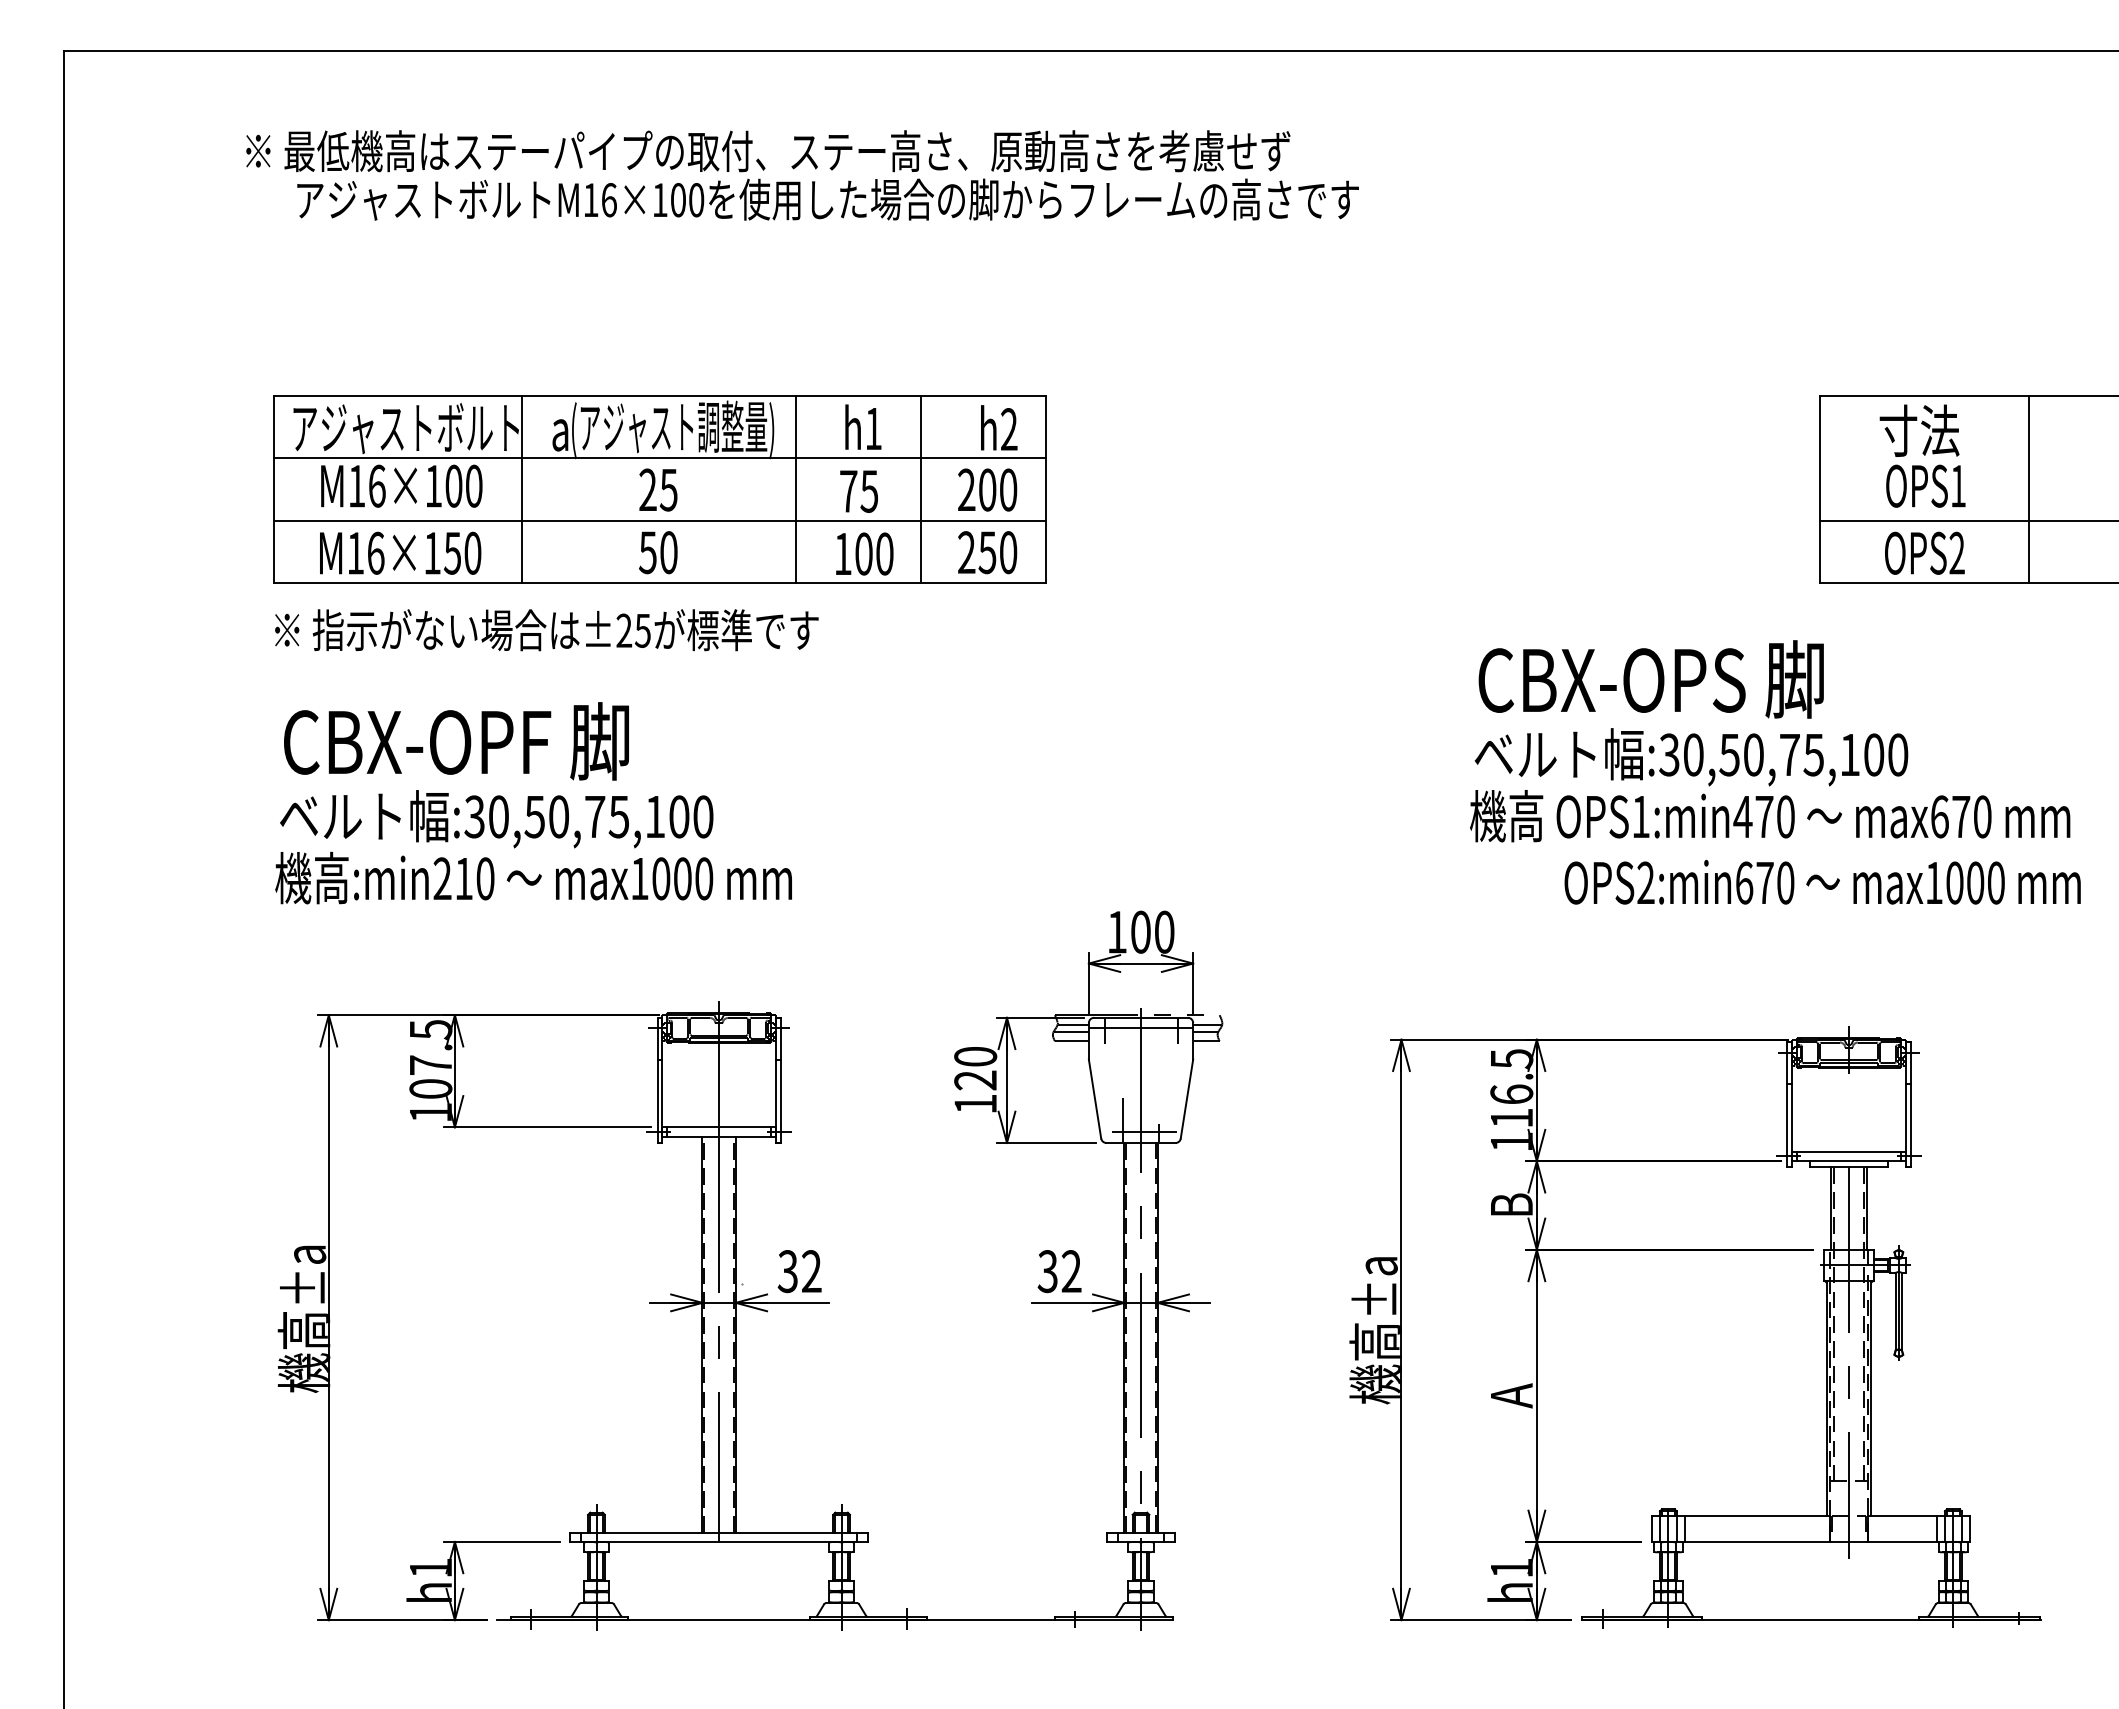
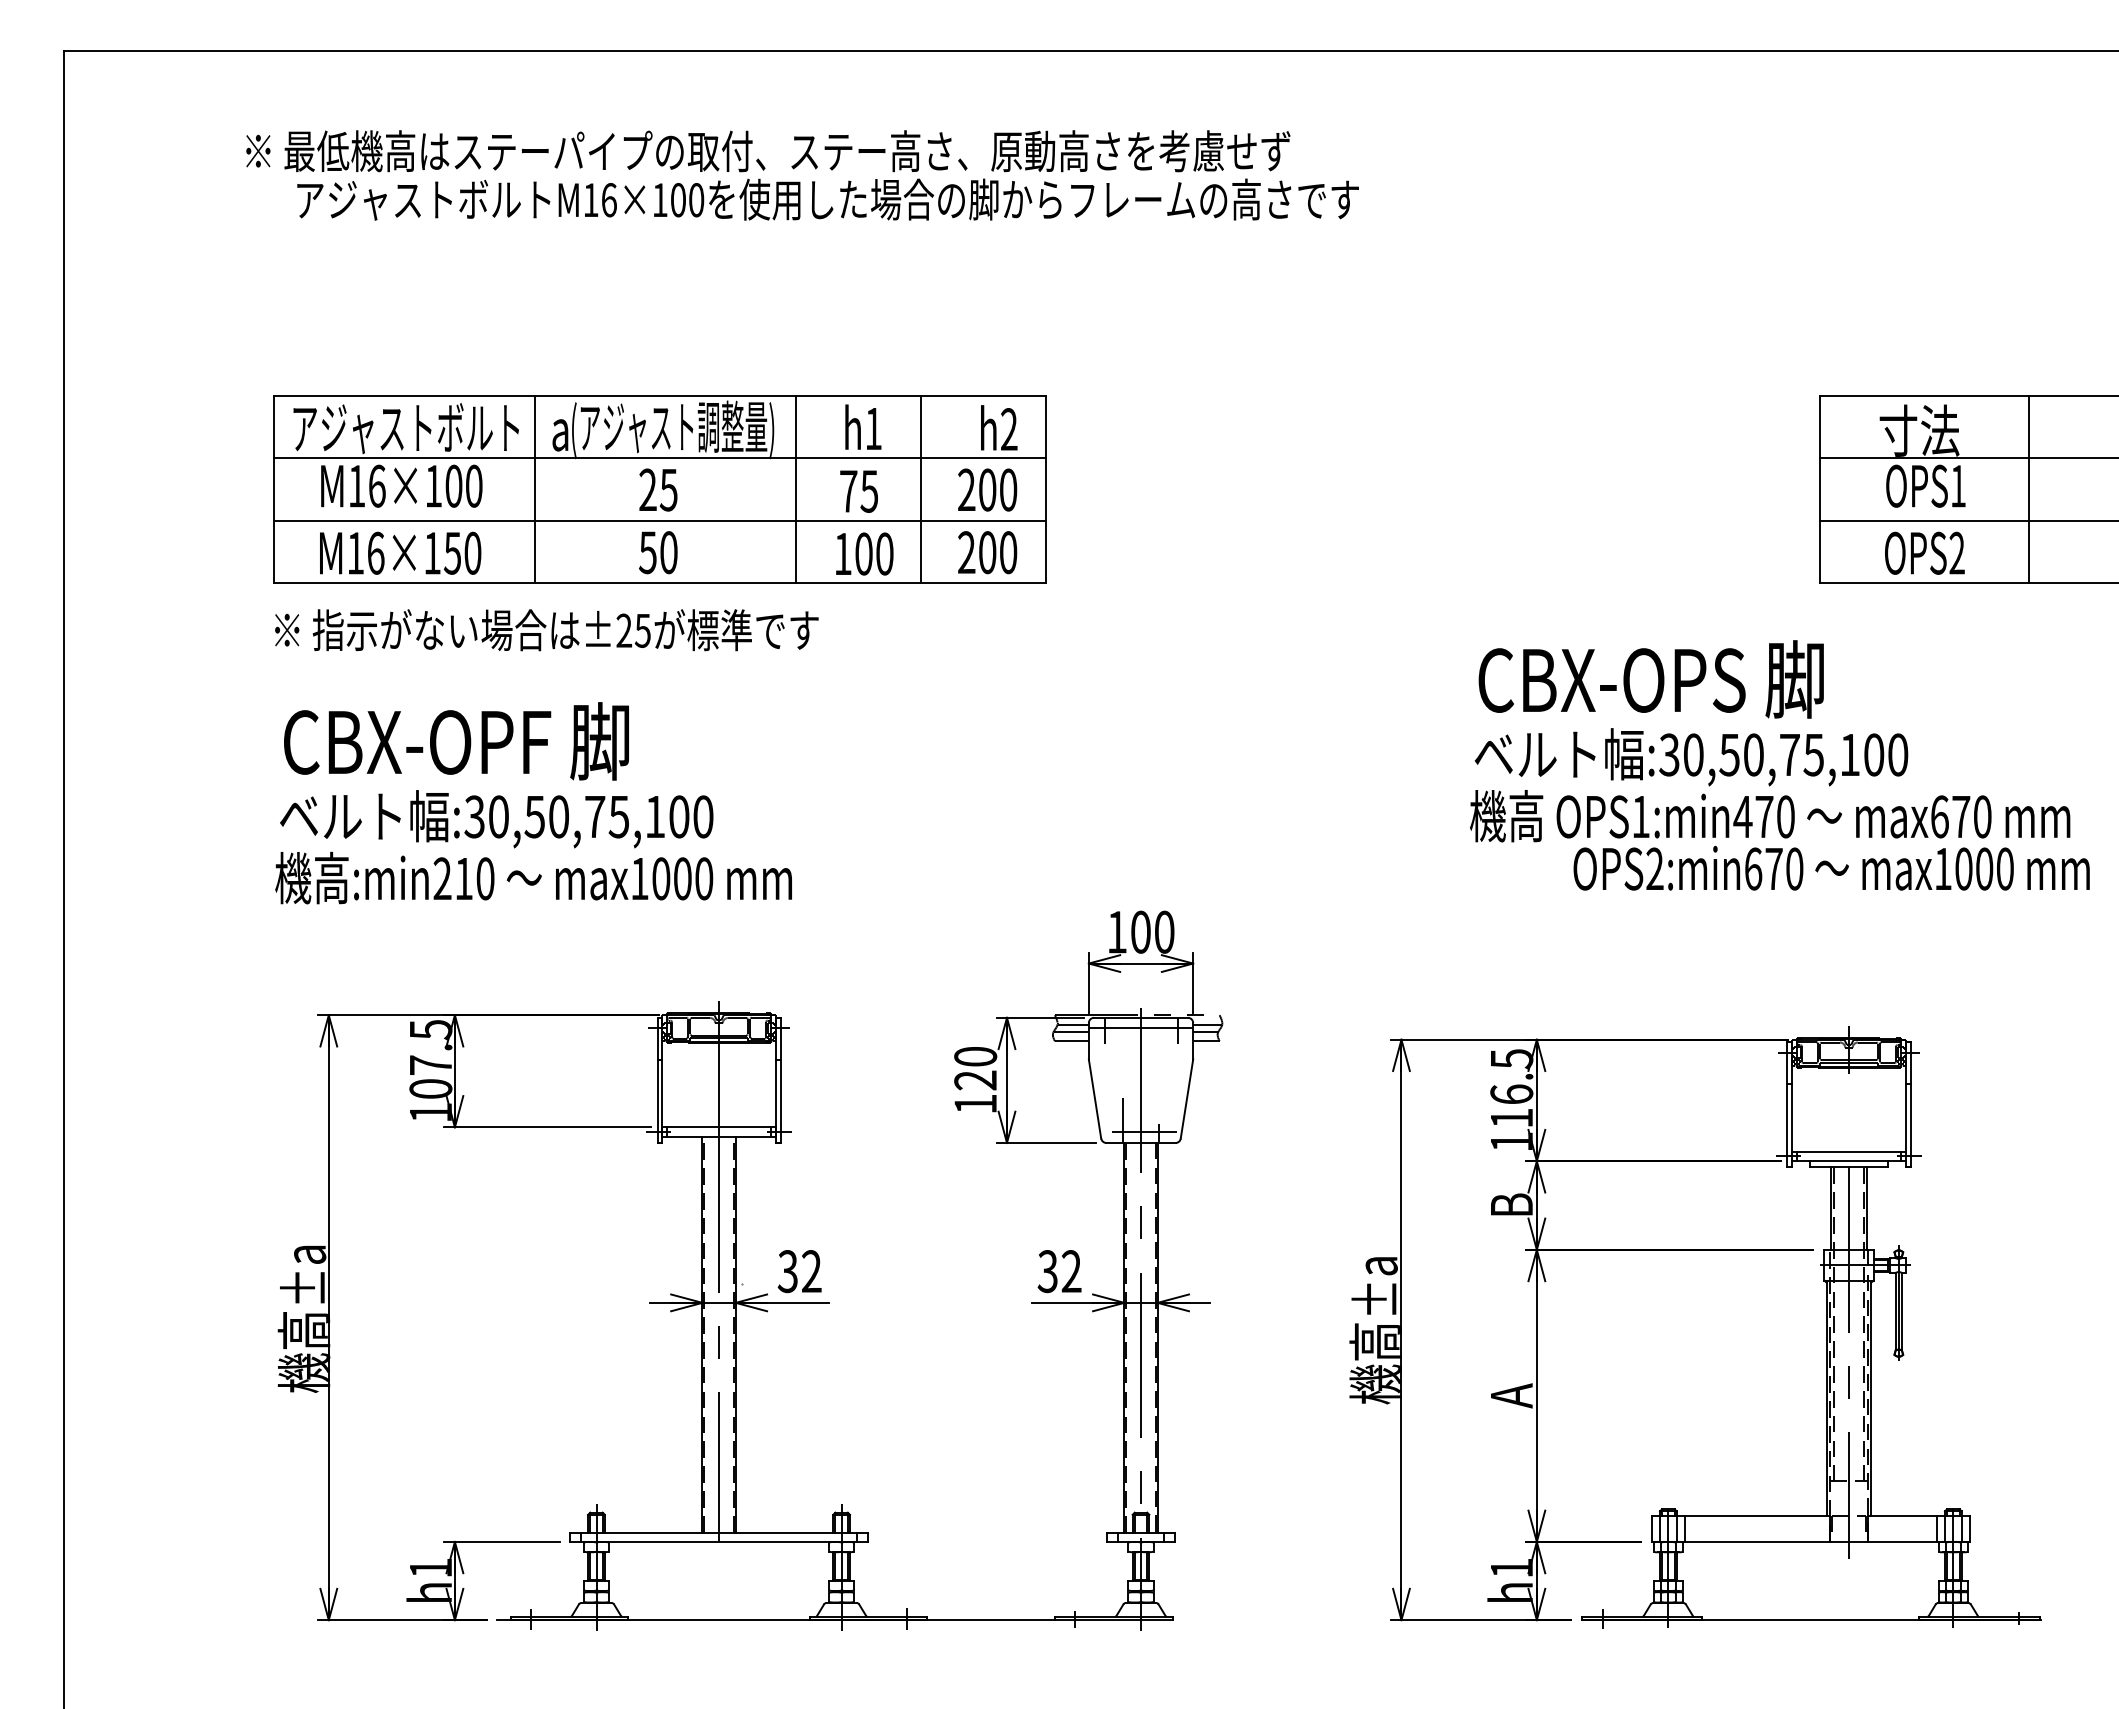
line at (1967, 458): none -> present
line at (521, 489) position: (521, 489) -> (534, 489)
text at (987, 552): 250 -> 200
text at (1822, 881) position: (1822, 881) -> (1831, 867)
